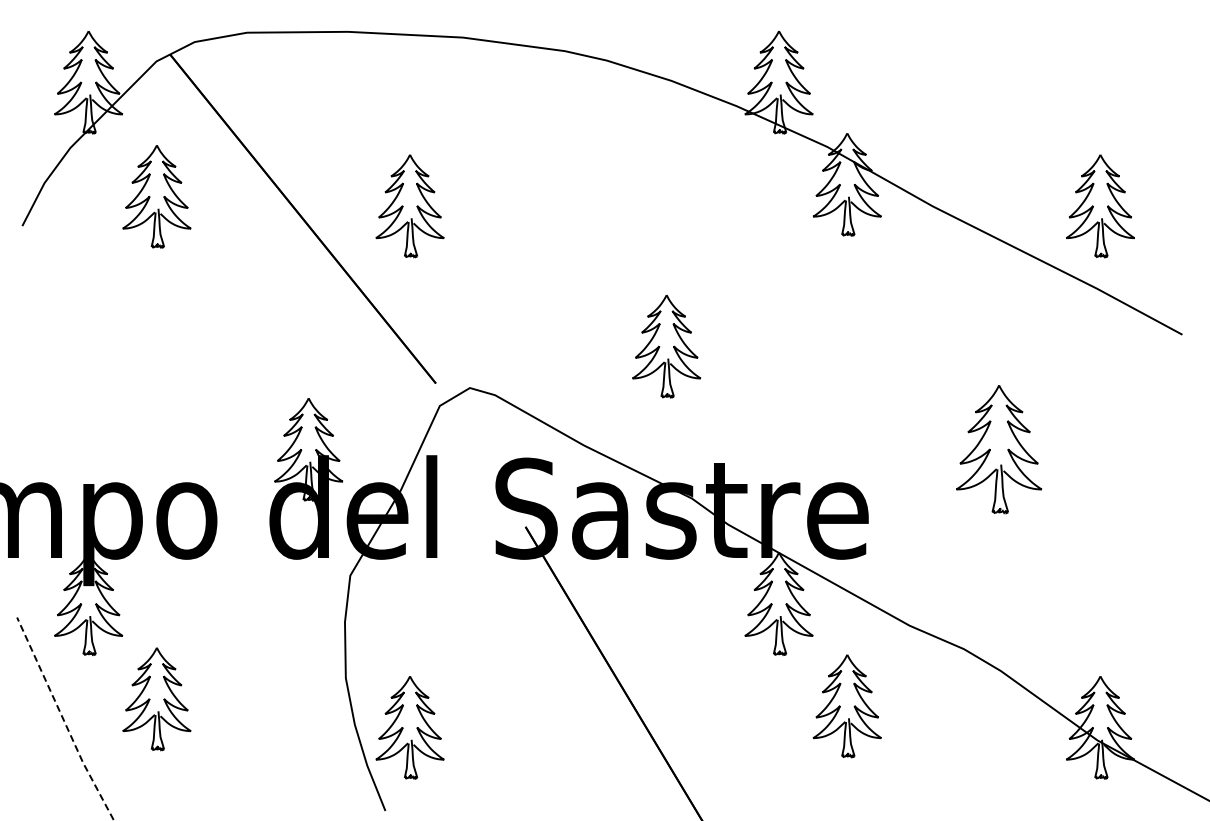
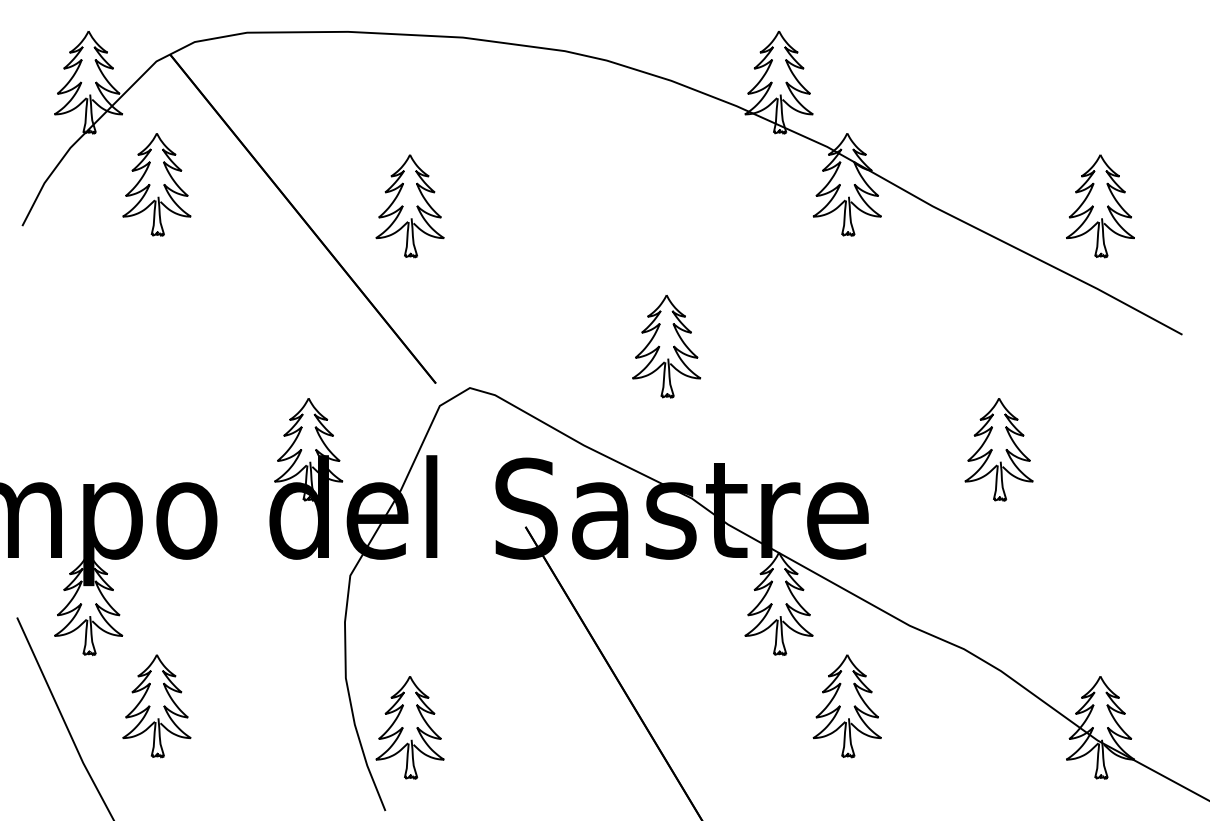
part at (156, 196) position: (156, 196) -> (156, 184)
part at (999, 449) size: 87x130 px -> 70x104 px
part at (156, 699) position: (156, 699) -> (156, 706)
line at (63, 720): dashed -> solid
